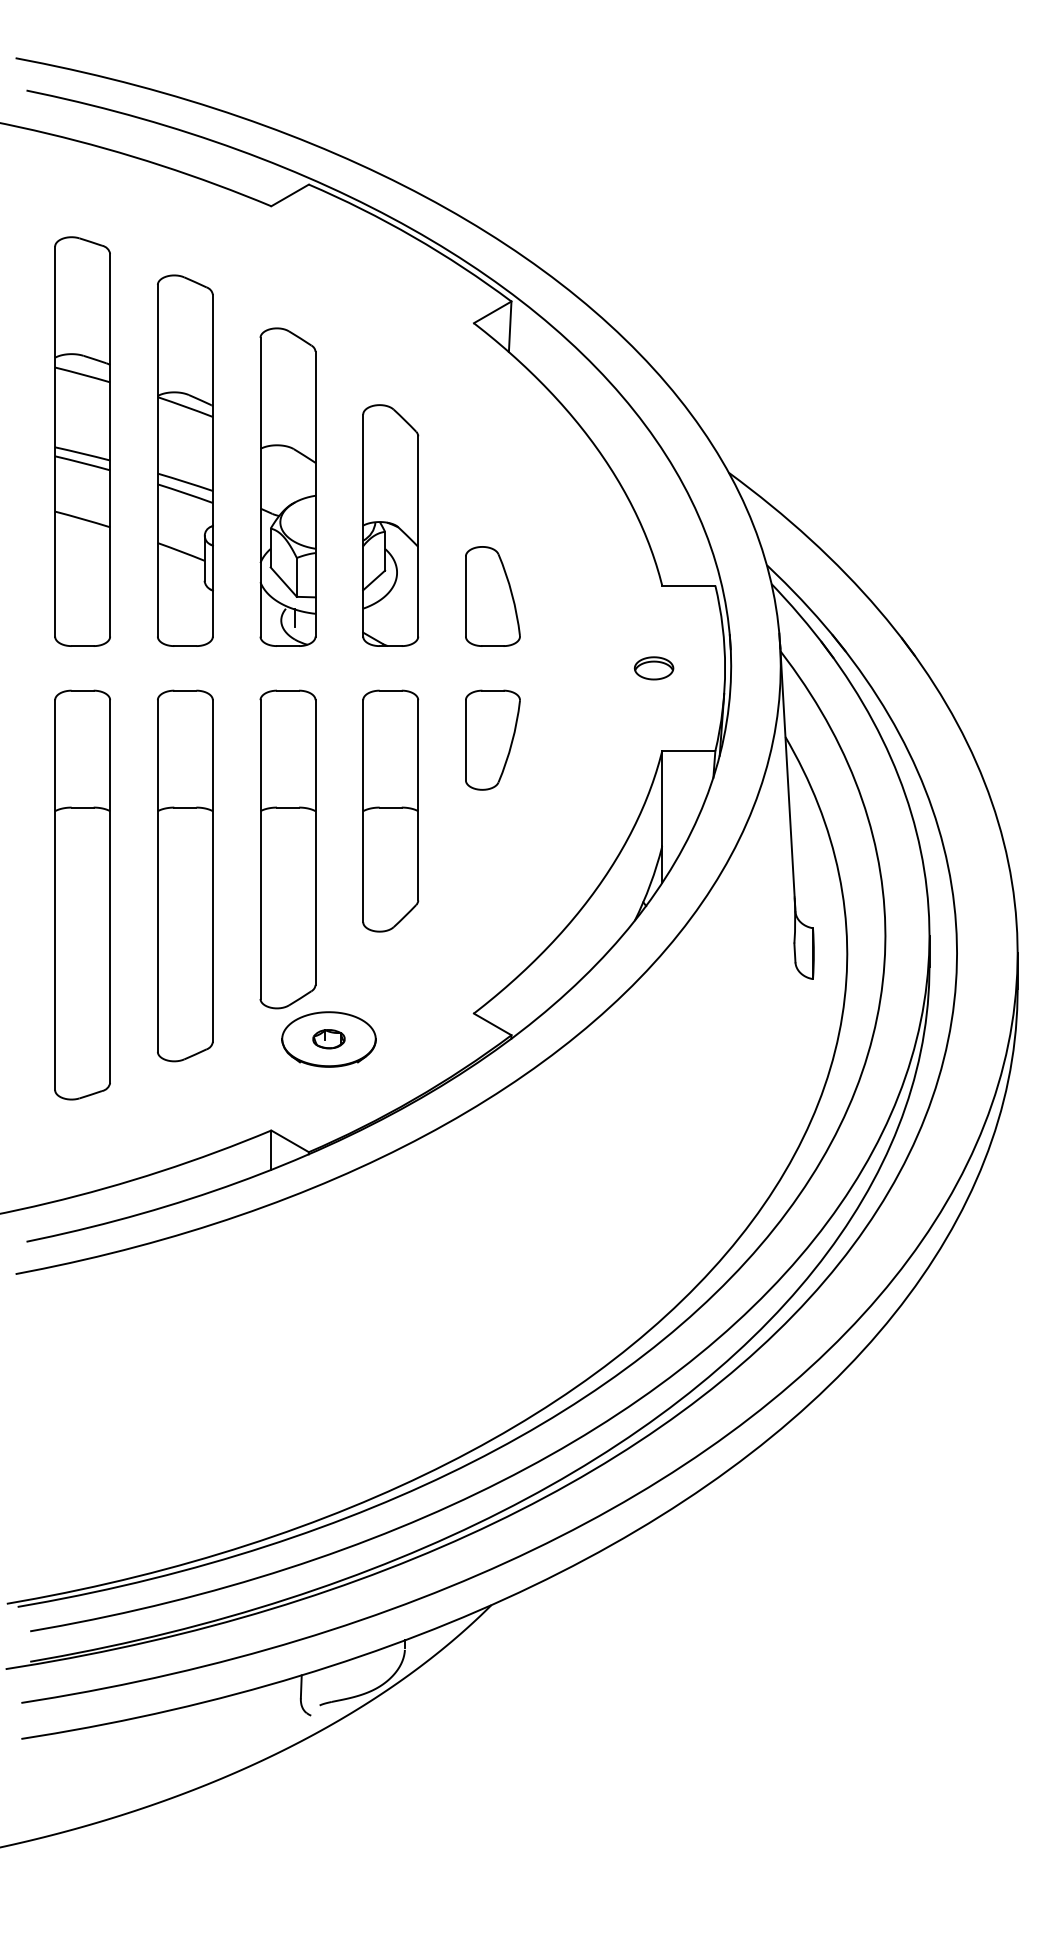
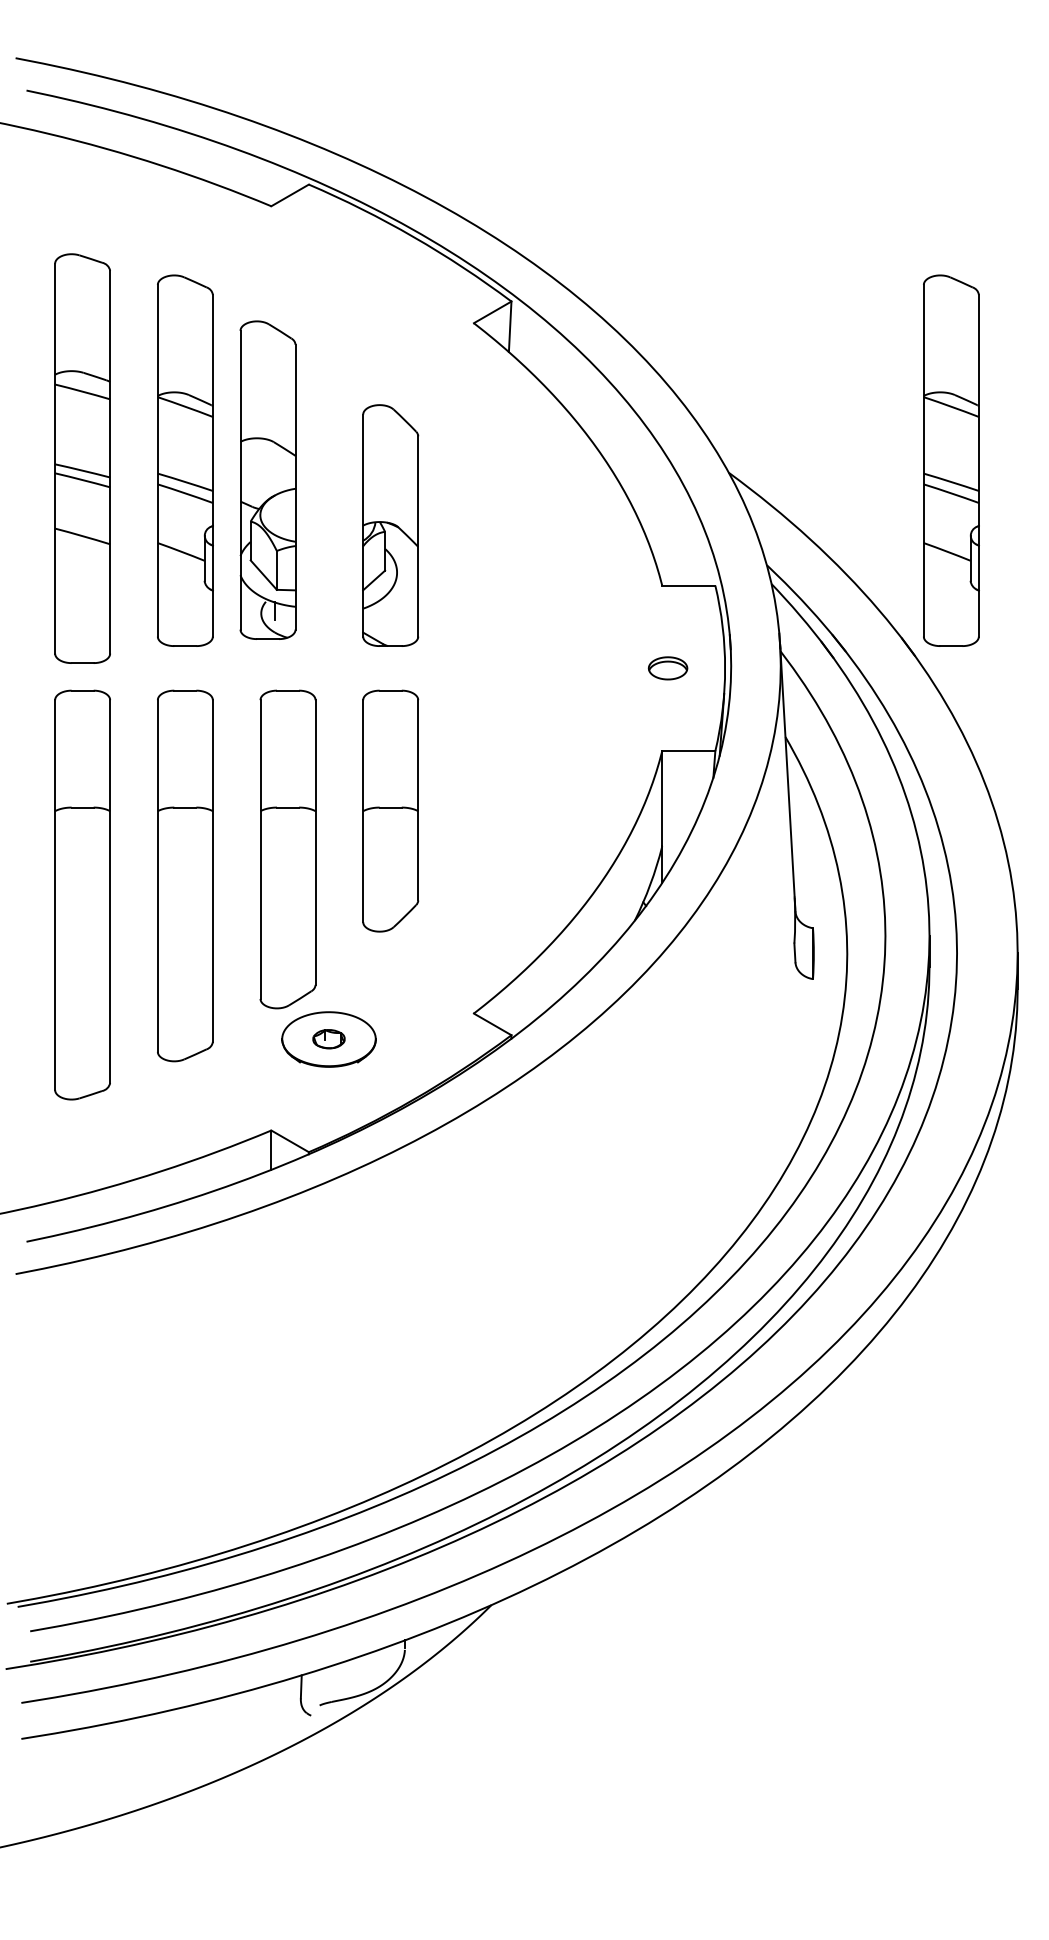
part at (82, 441) position: (82, 441) -> (82, 458)
part at (951, 460): none -> present
part at (287, 486) position: (287, 486) -> (267, 479)
part at (492, 596): present -> none
part at (653, 668) position: (653, 668) -> (667, 668)
part at (492, 739): present -> none
